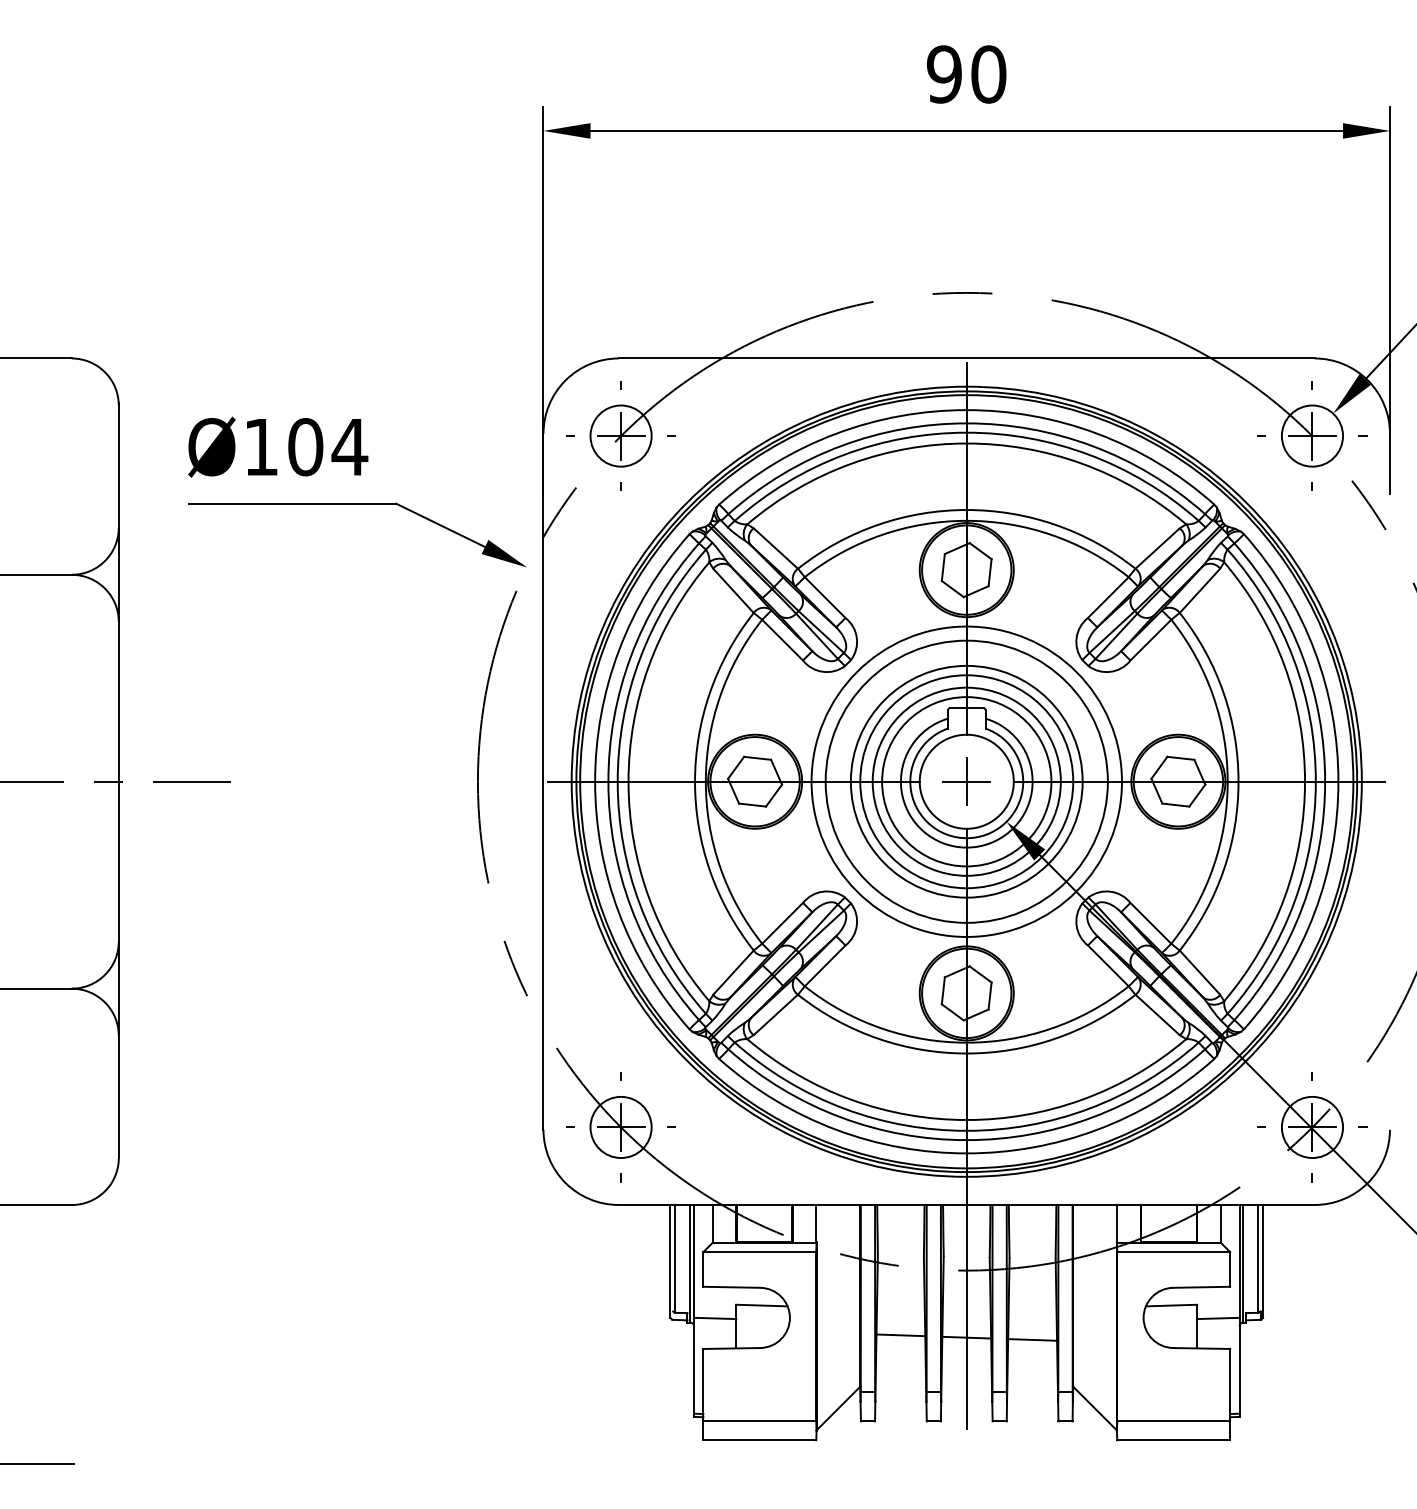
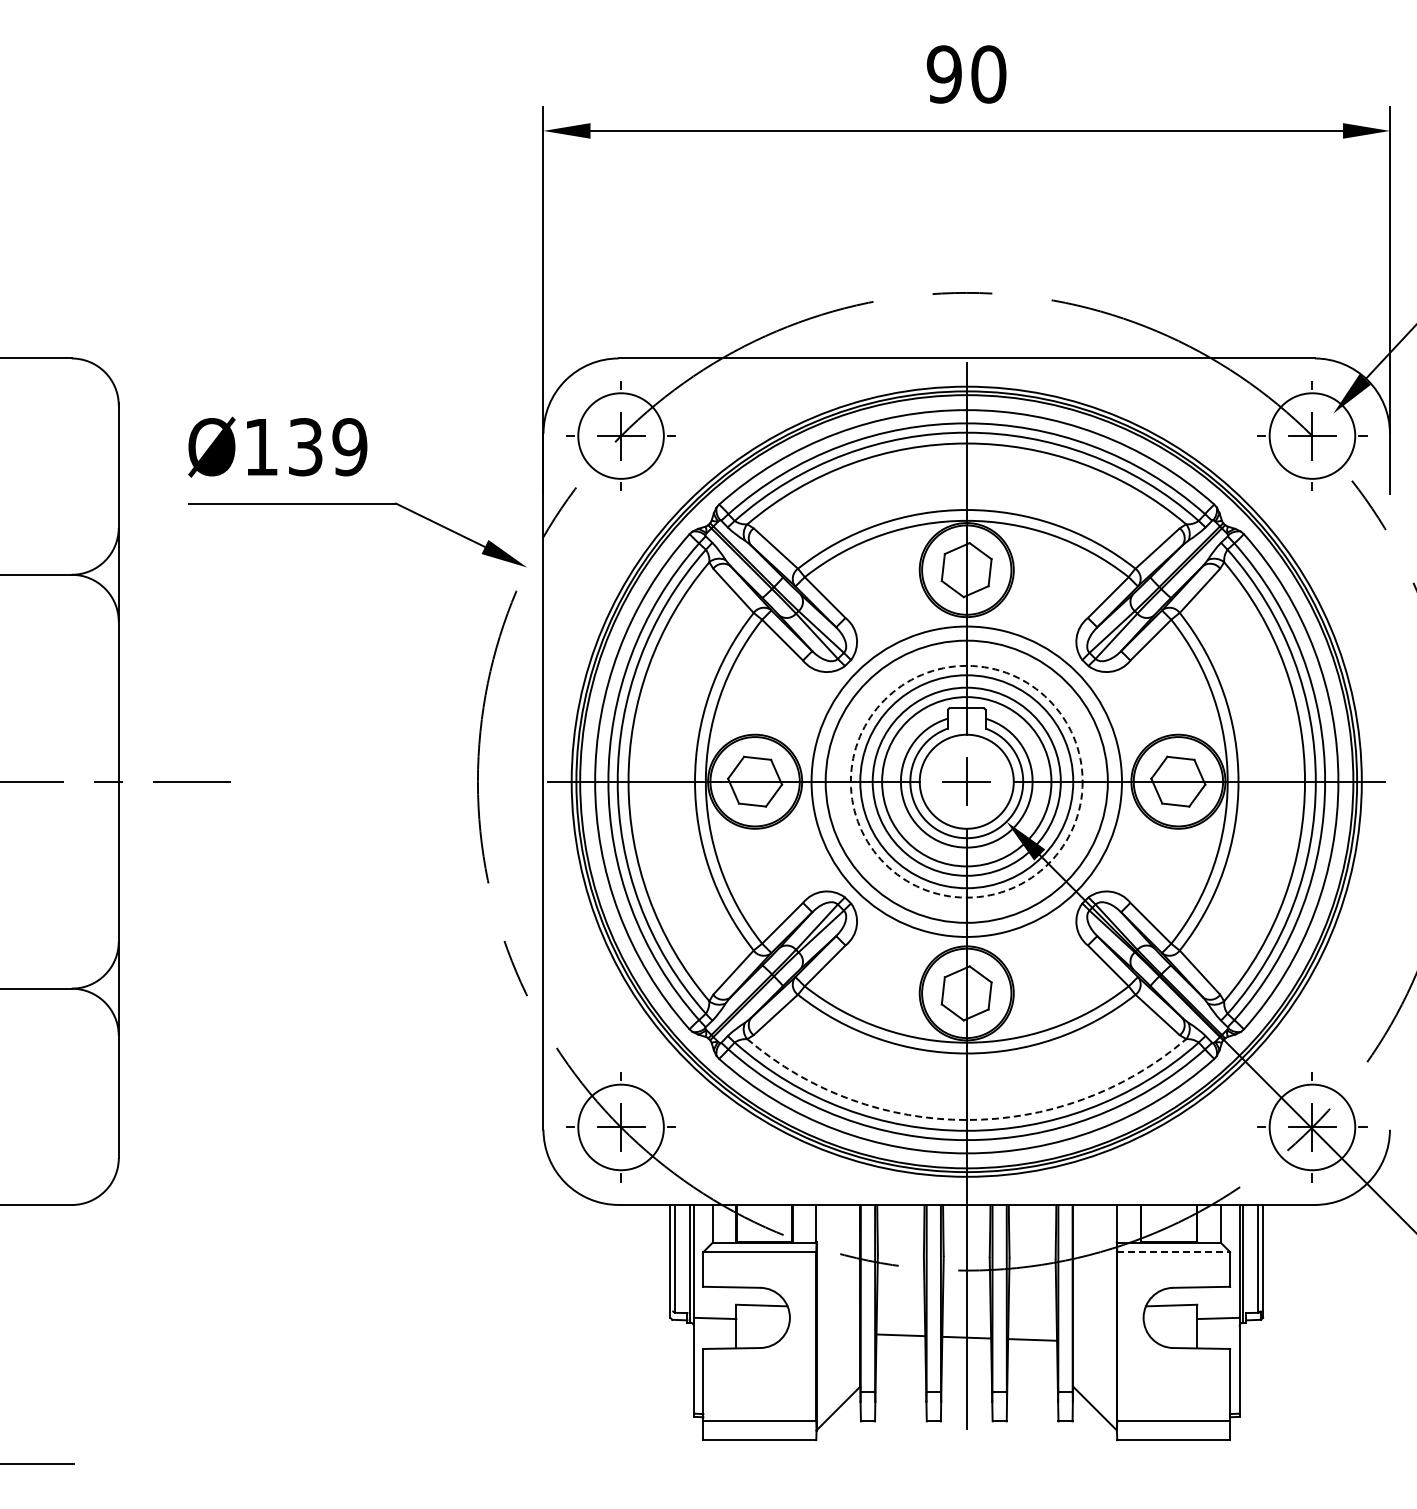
circle at (620, 435) diameter: 61 px -> 86 px
circle at (1312, 435) diameter: 61 px -> 86 px
text at (328, 447): Ø104 -> Ø139
circle at (966, 781): solid -> dashed
arc at (966, 1120): solid -> dashed
circle at (620, 1127) diameter: 61 px -> 86 px
circle at (1312, 1127) diameter: 61 px -> 86 px
line at (1174, 1252): solid -> dashed
